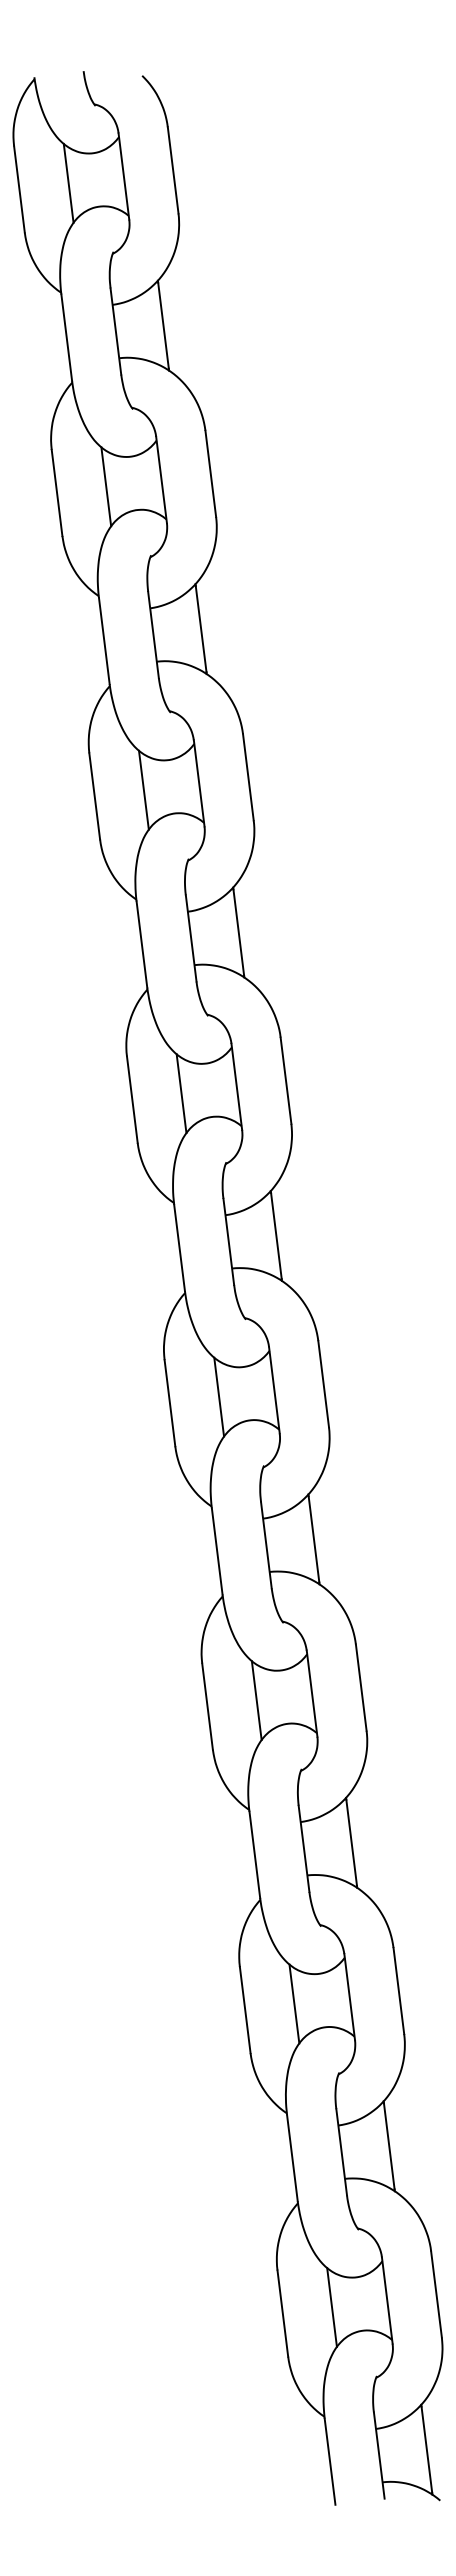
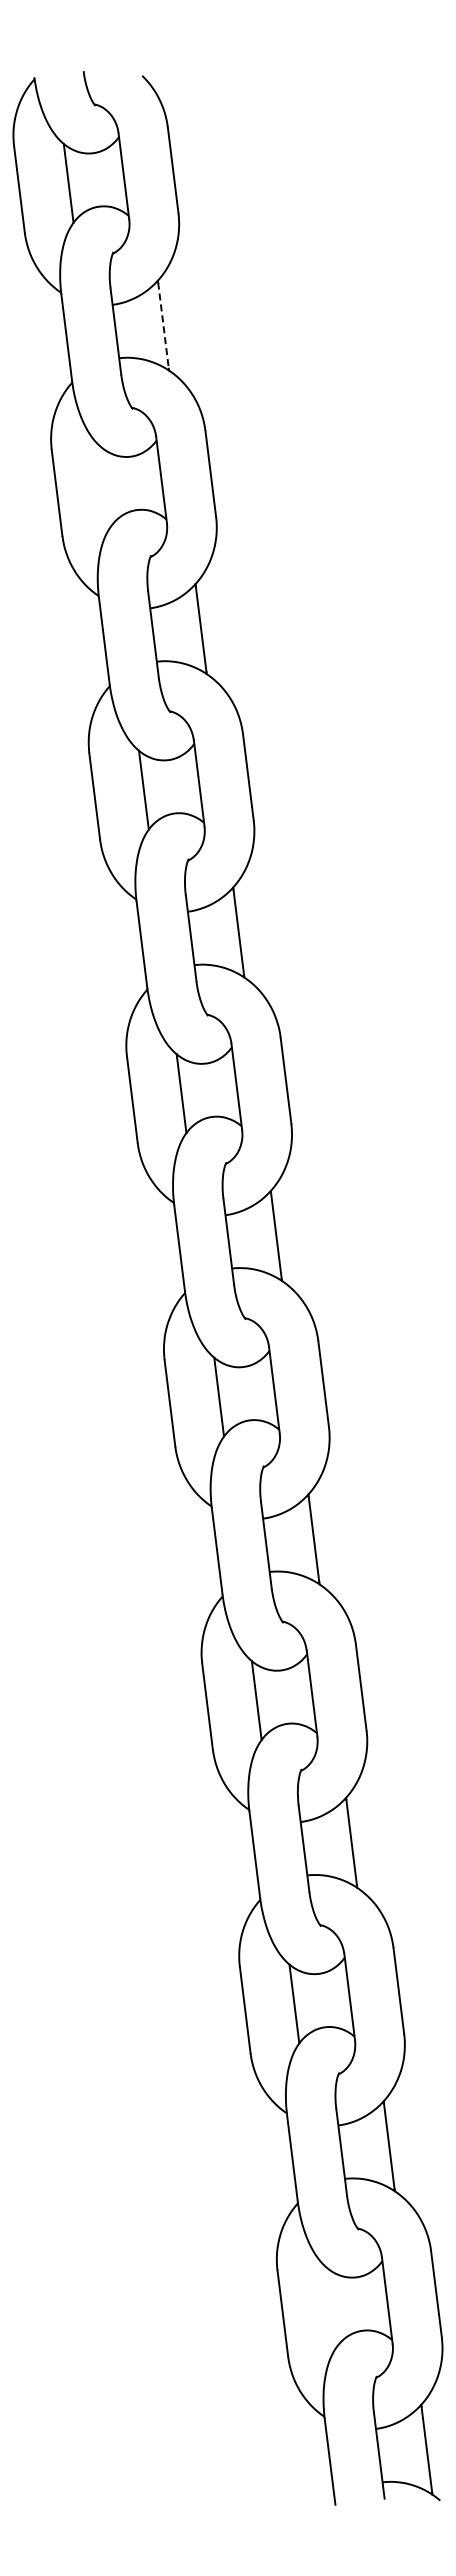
line at (163, 326): solid -> dashed
line at (106, 486): present -> none
line at (331, 2307): present -> none
